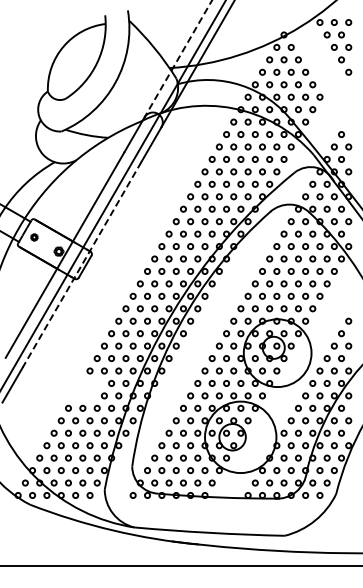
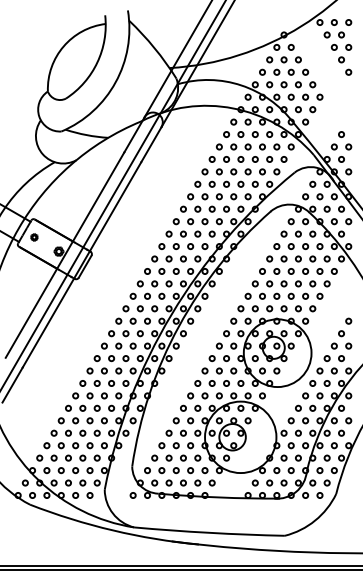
line at (178, 58): dashed -> solid
line at (82, 264): dashed -> solid
part at (86, 389): none -> present
line at (180, 570): none -> present
